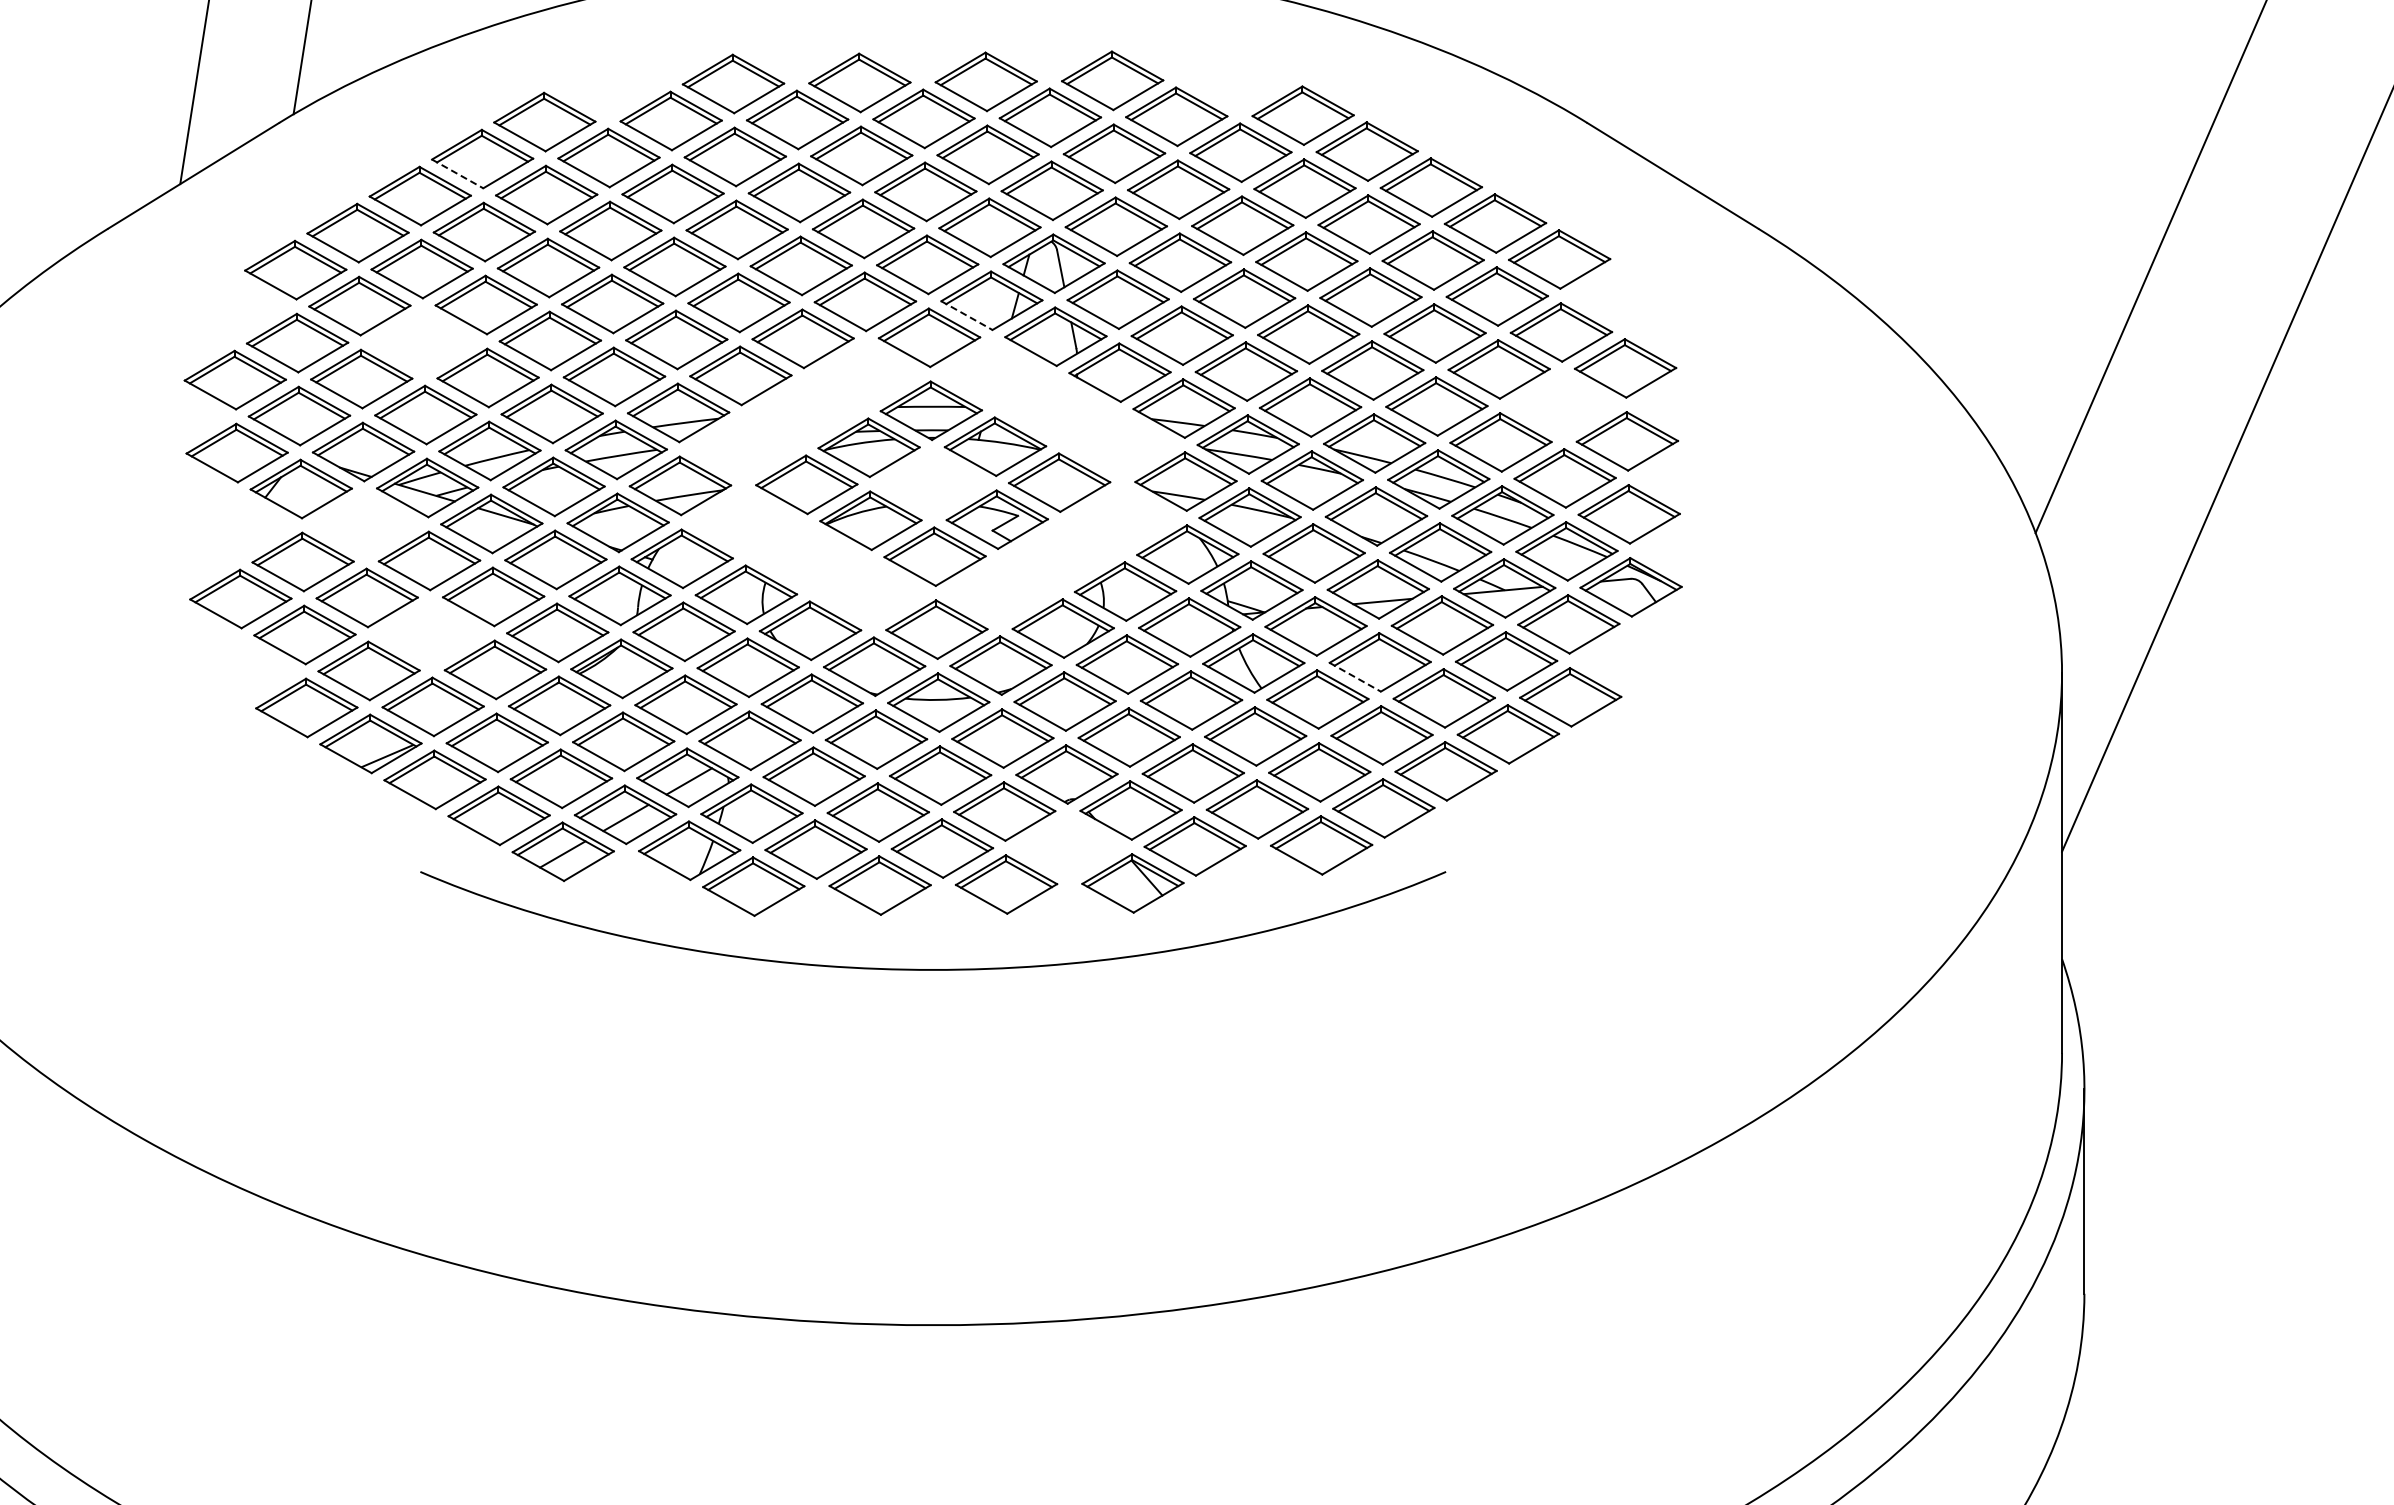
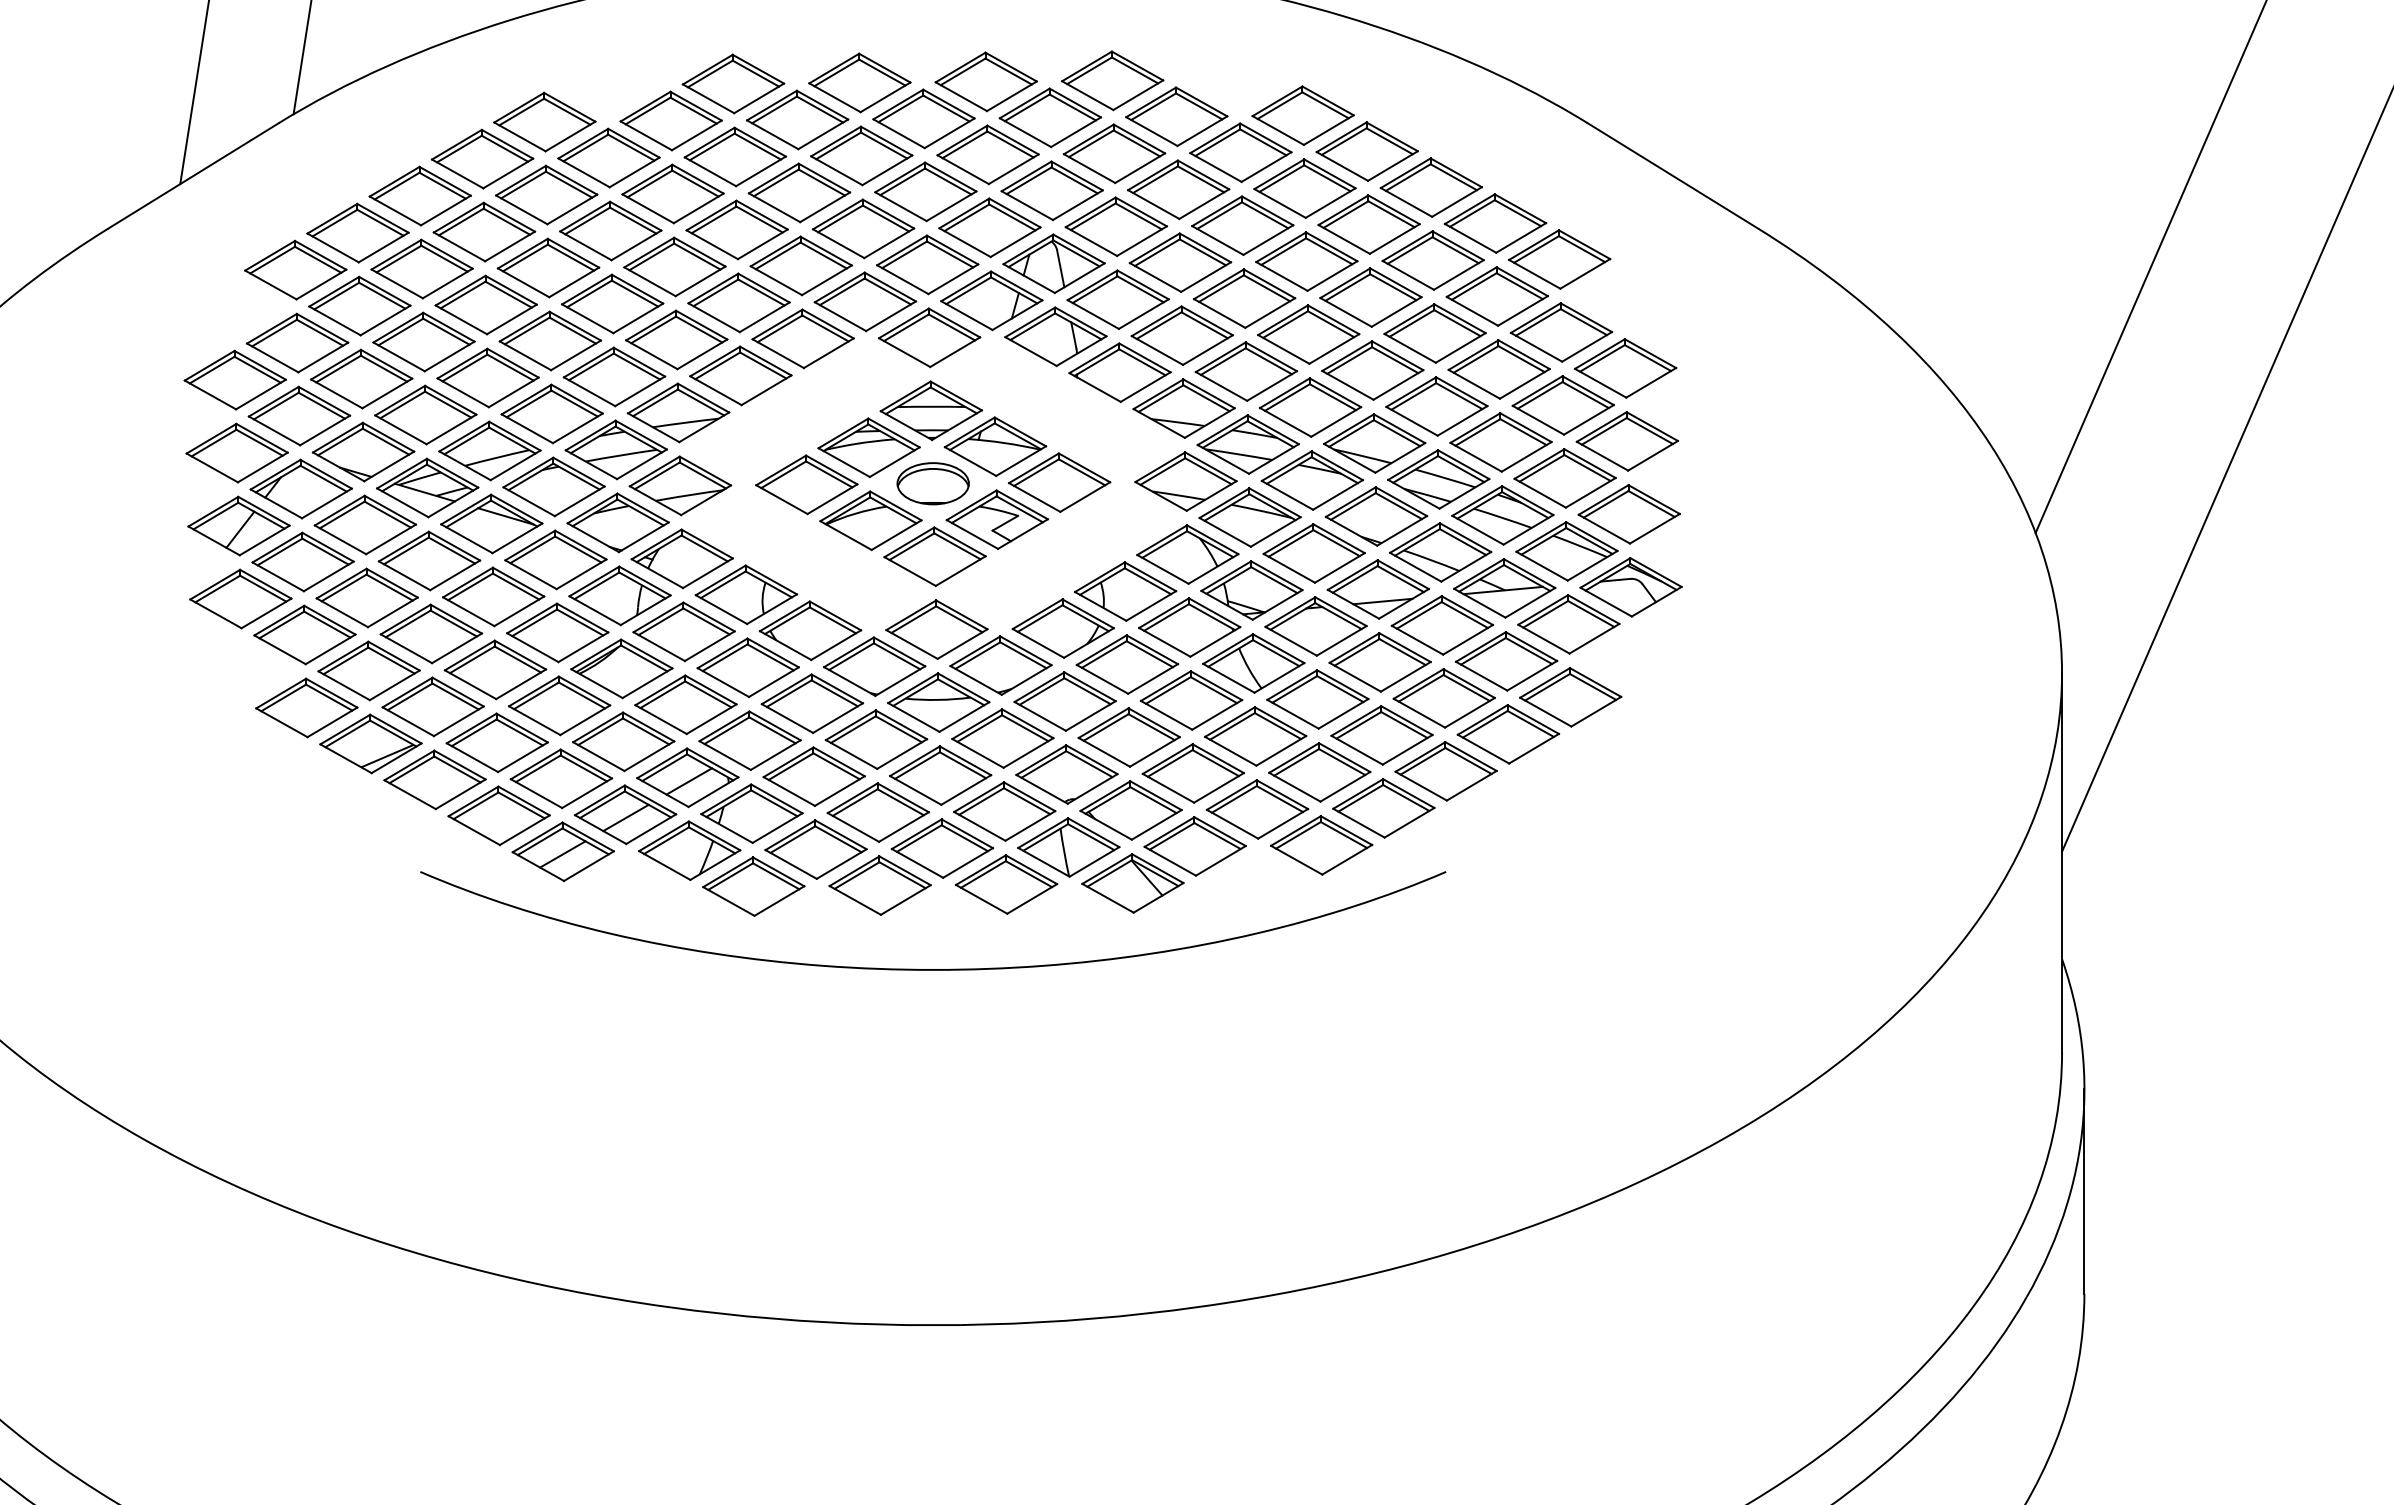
line at (458, 174): dashed -> solid
line at (967, 315): dashed -> solid
part at (423, 341): none -> present
part at (1562, 405): none -> present
part at (932, 483): none -> present
part at (365, 524): none -> present
part at (238, 525): none -> present
part at (431, 633): none -> present
line at (1355, 677): dashed -> solid
part at (1068, 847): none -> present
